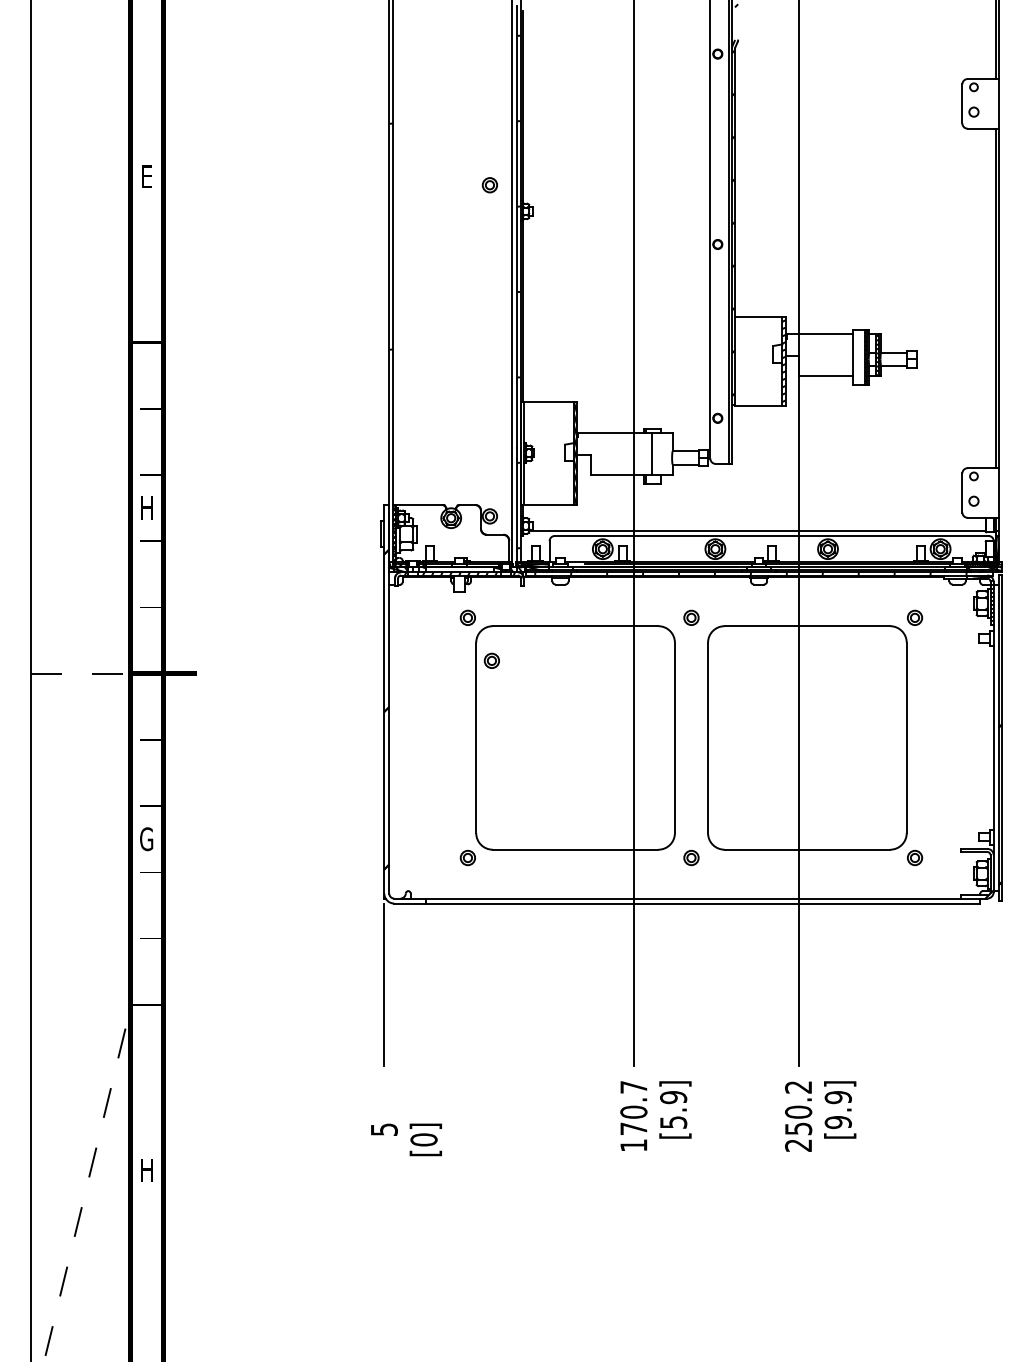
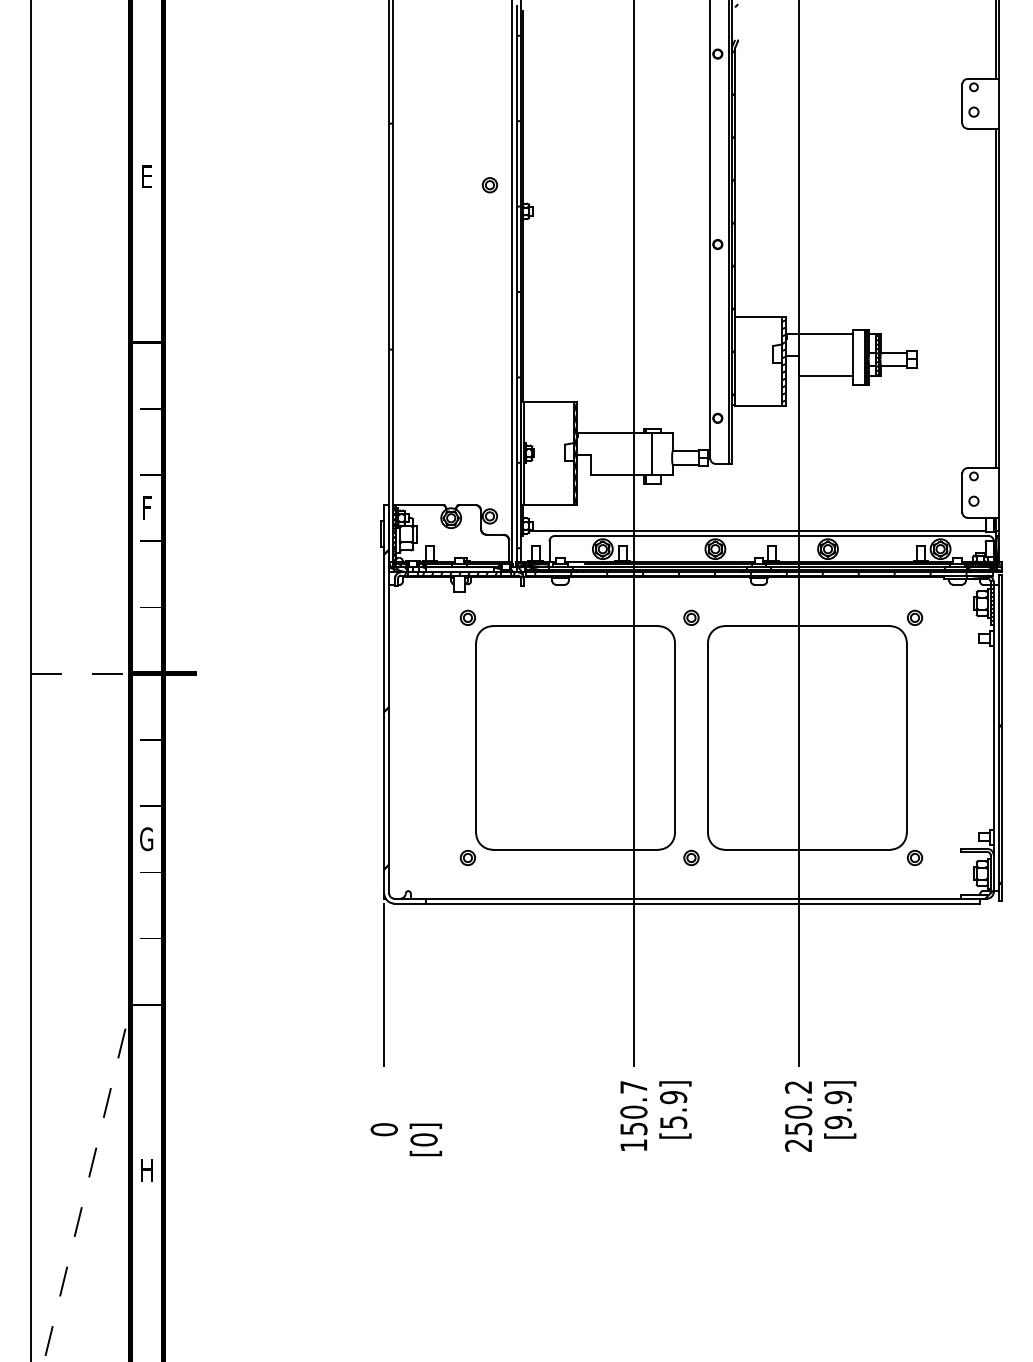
text at (146, 507): H -> F
part at (491, 660): present -> none
text at (633, 1128): 170.7 -> 150.7
text at (383, 1129): 5 -> 0
